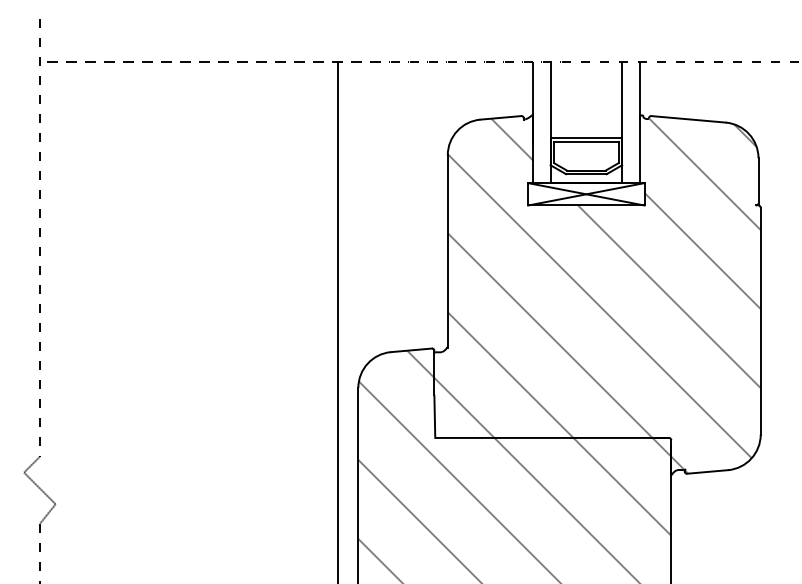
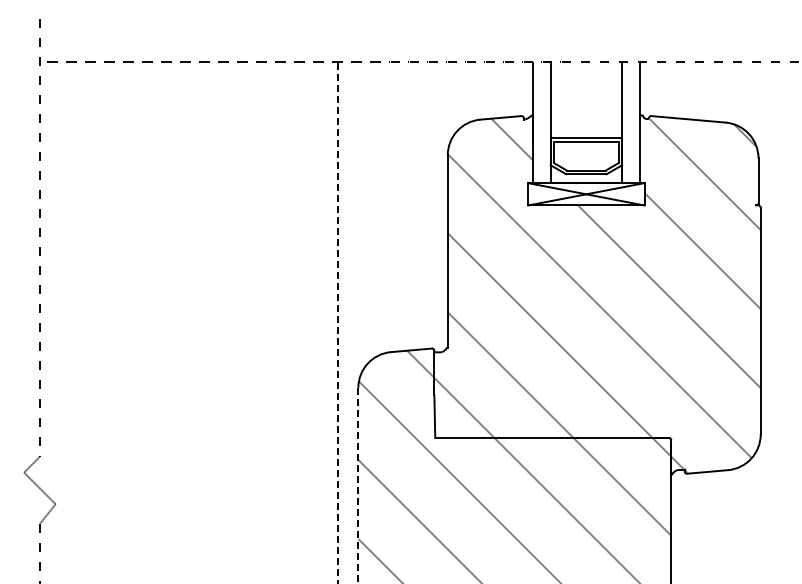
line at (338, 322): solid -> dashed
line at (358, 485): solid -> dashed
